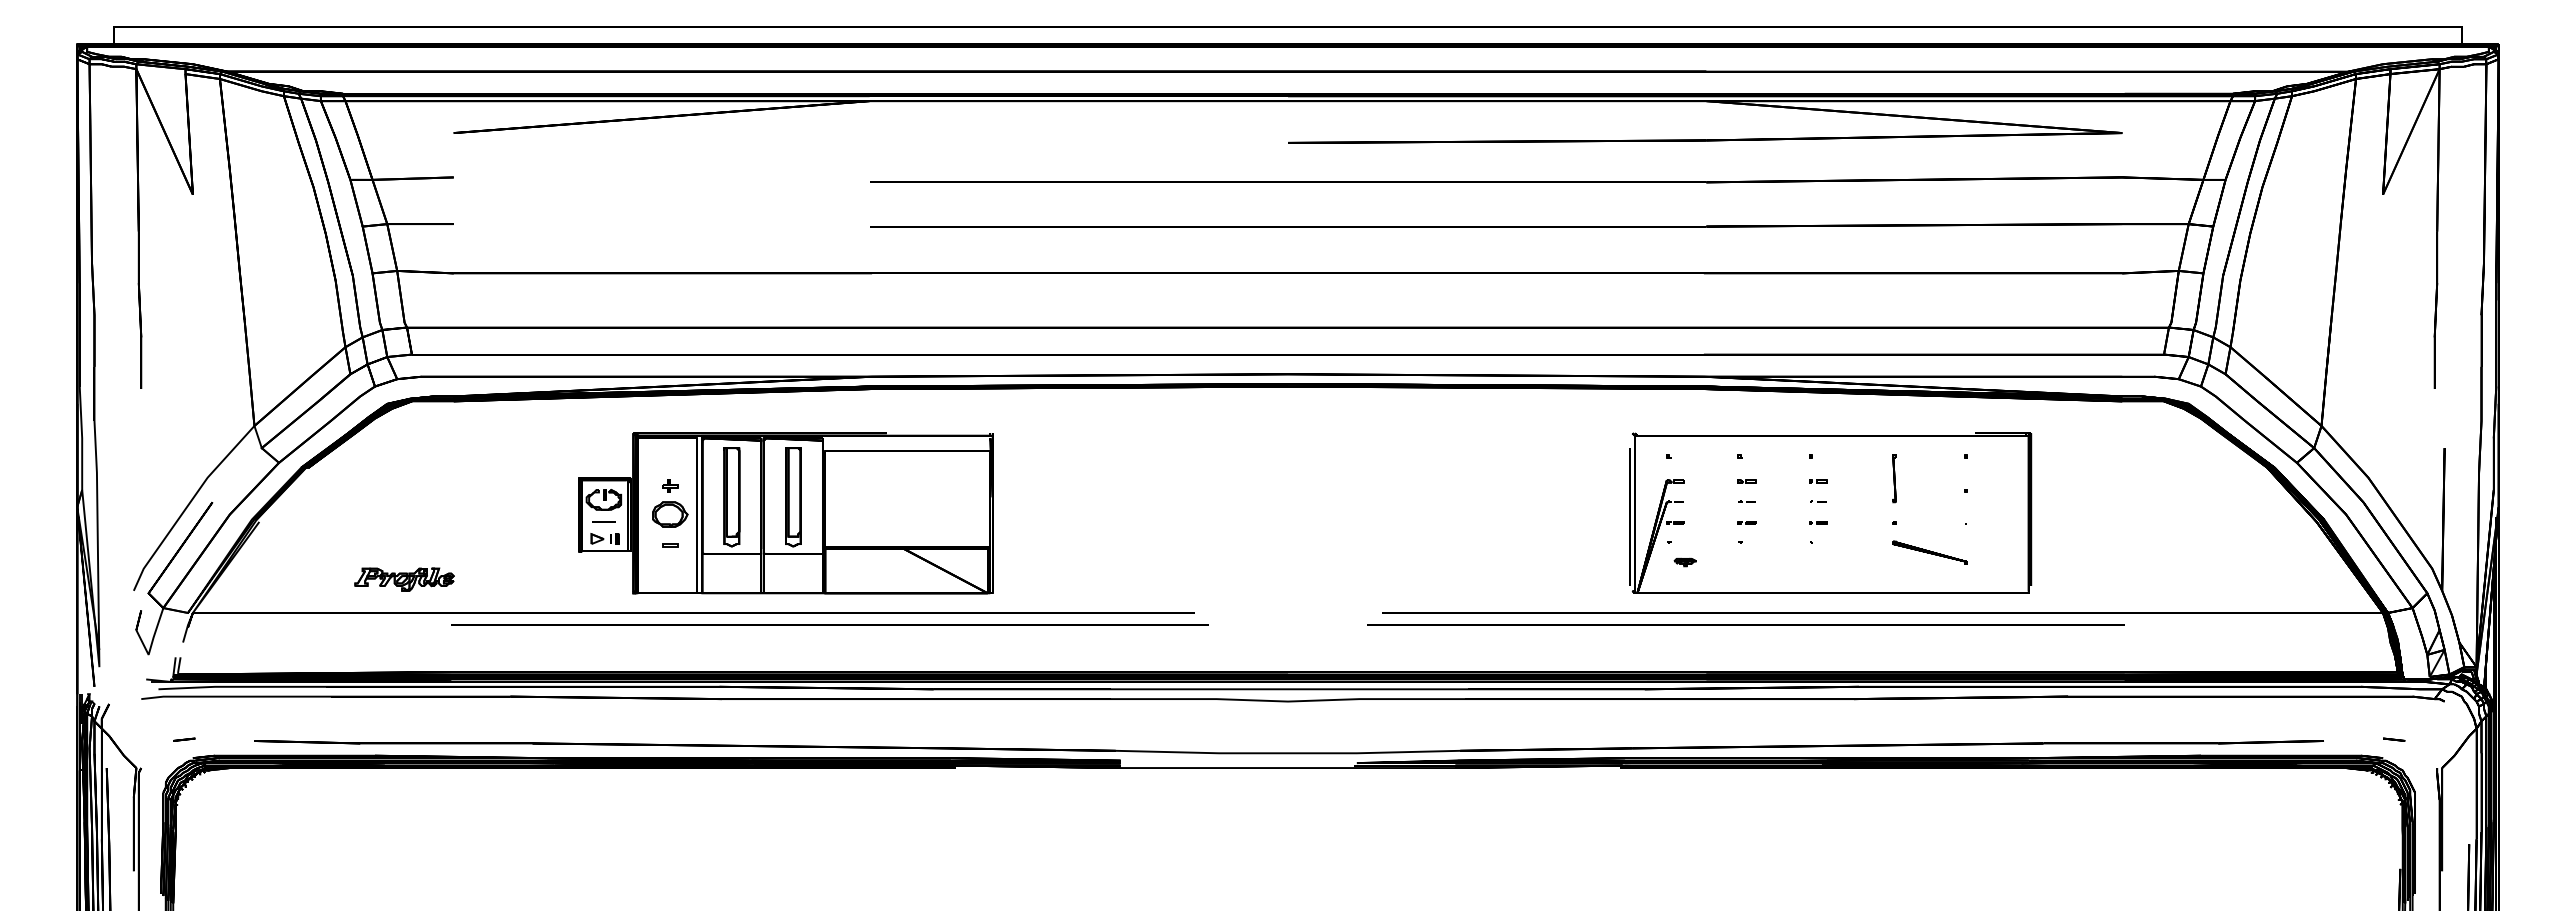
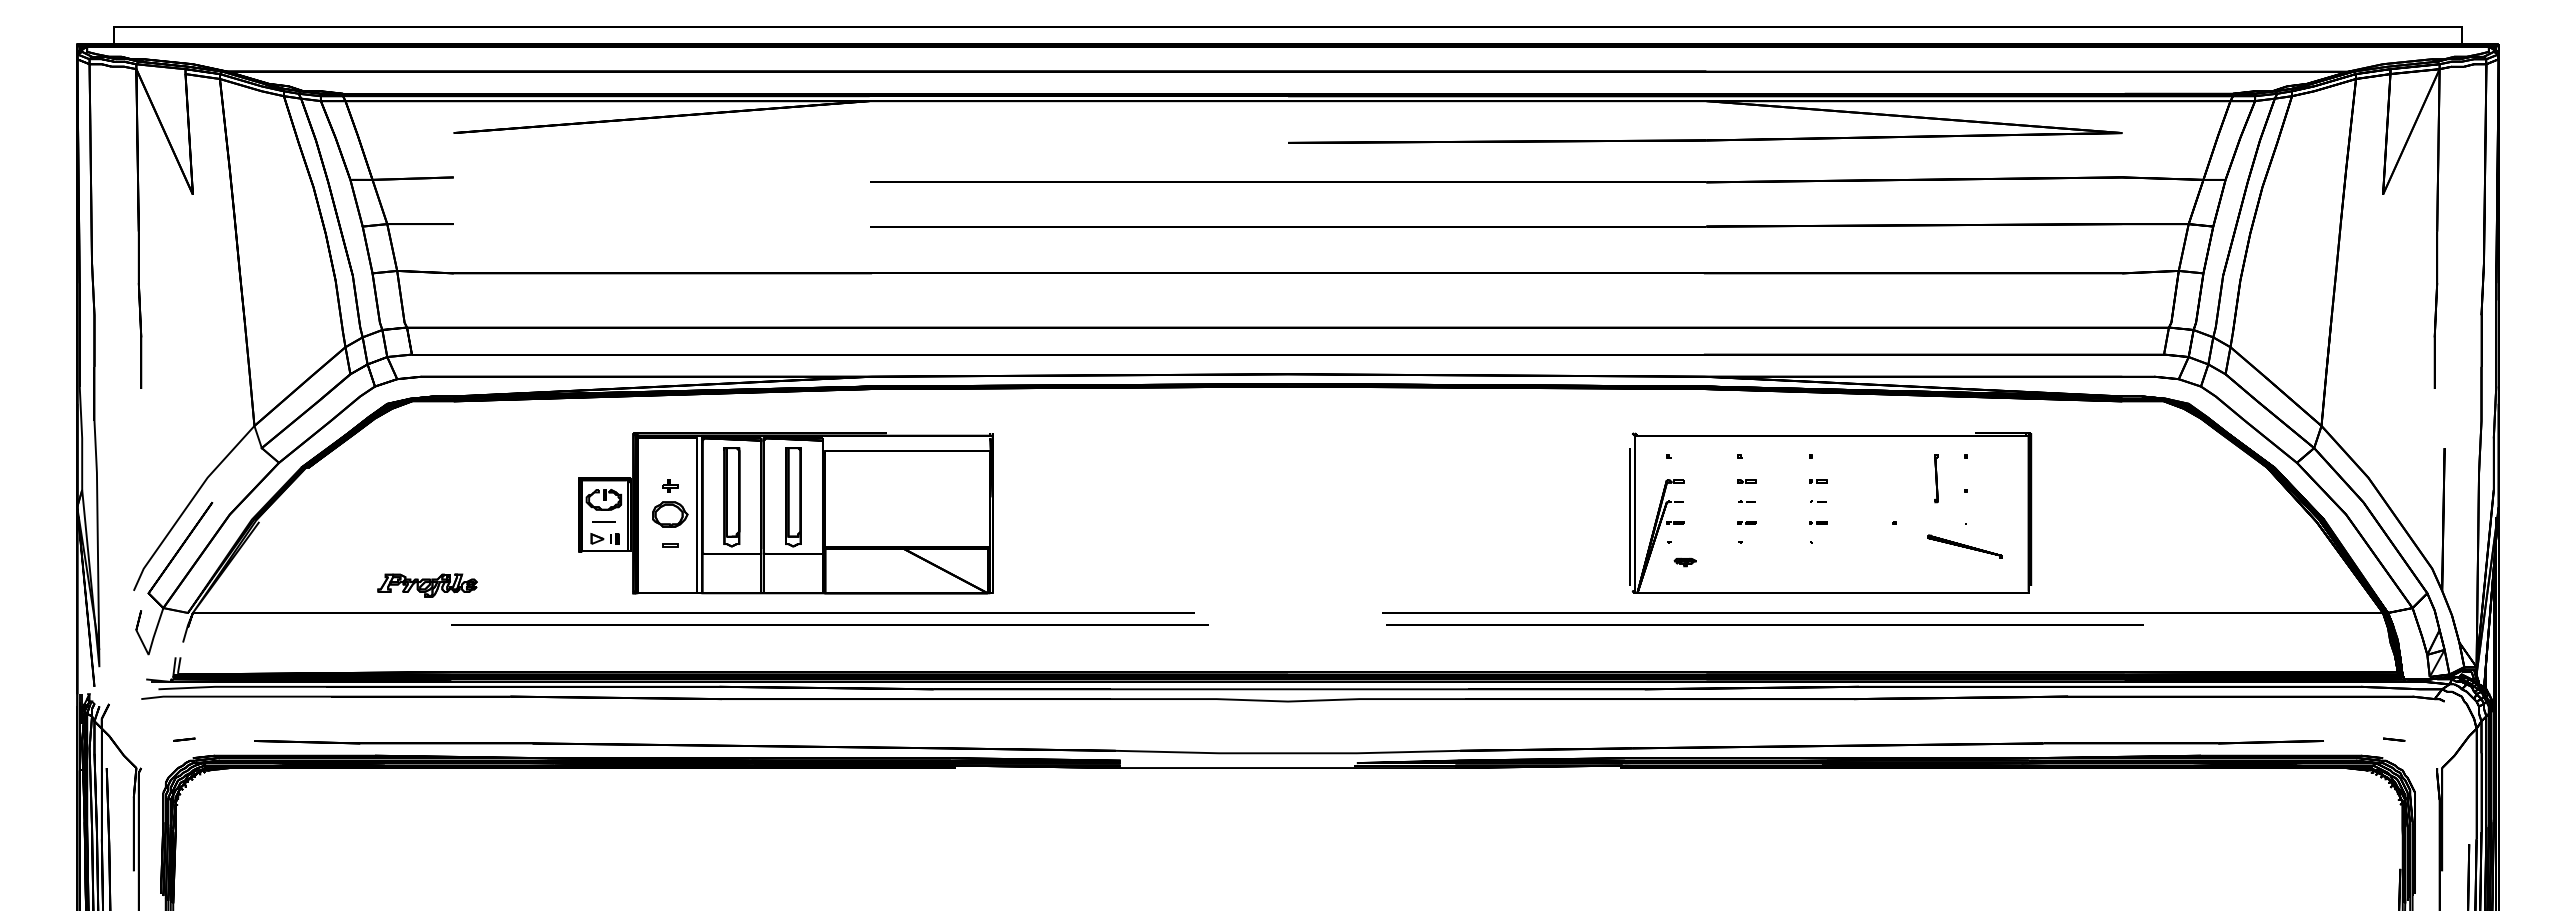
part at (1894, 478) position: (1894, 478) -> (1936, 478)
part at (1929, 552) position: (1929, 552) -> (1964, 546)
part at (404, 579) position: (404, 579) -> (427, 585)
line at (1745, 624) position: (1745, 624) -> (1764, 624)
